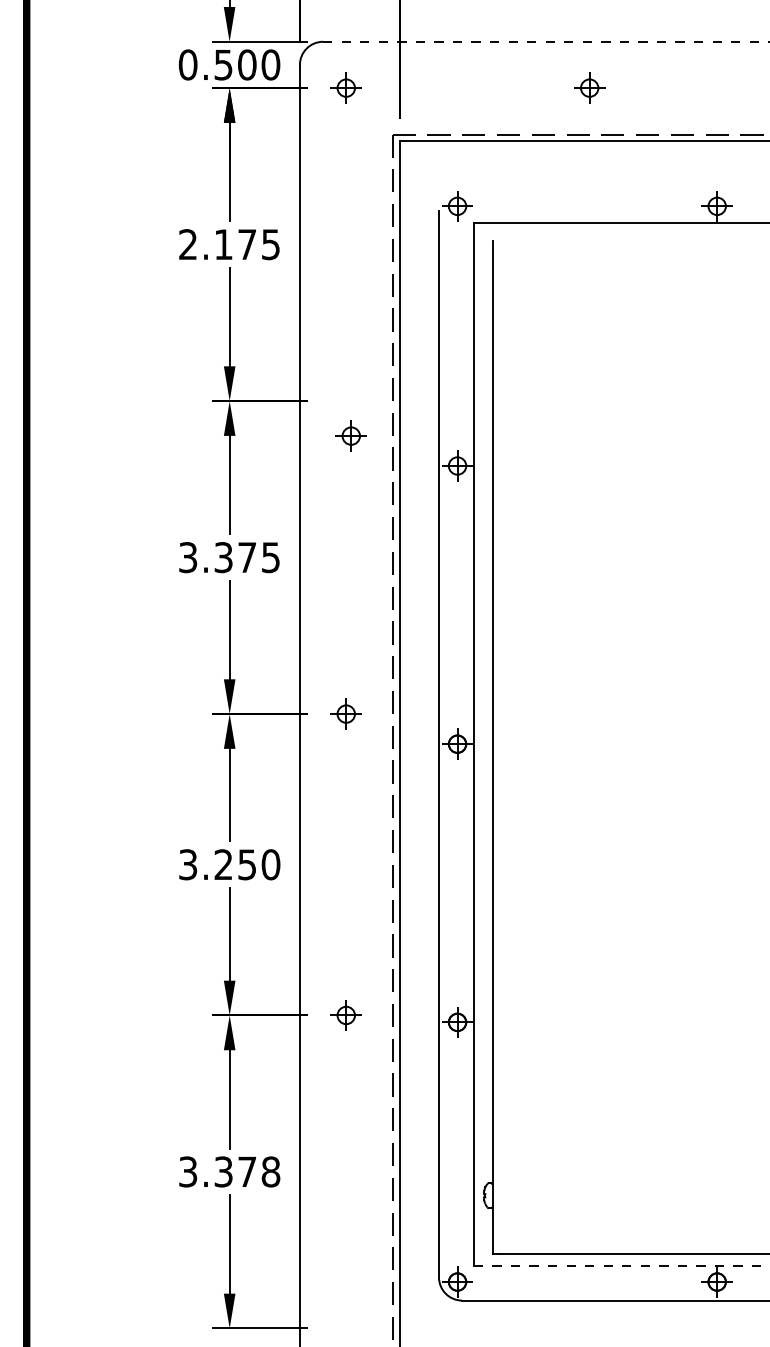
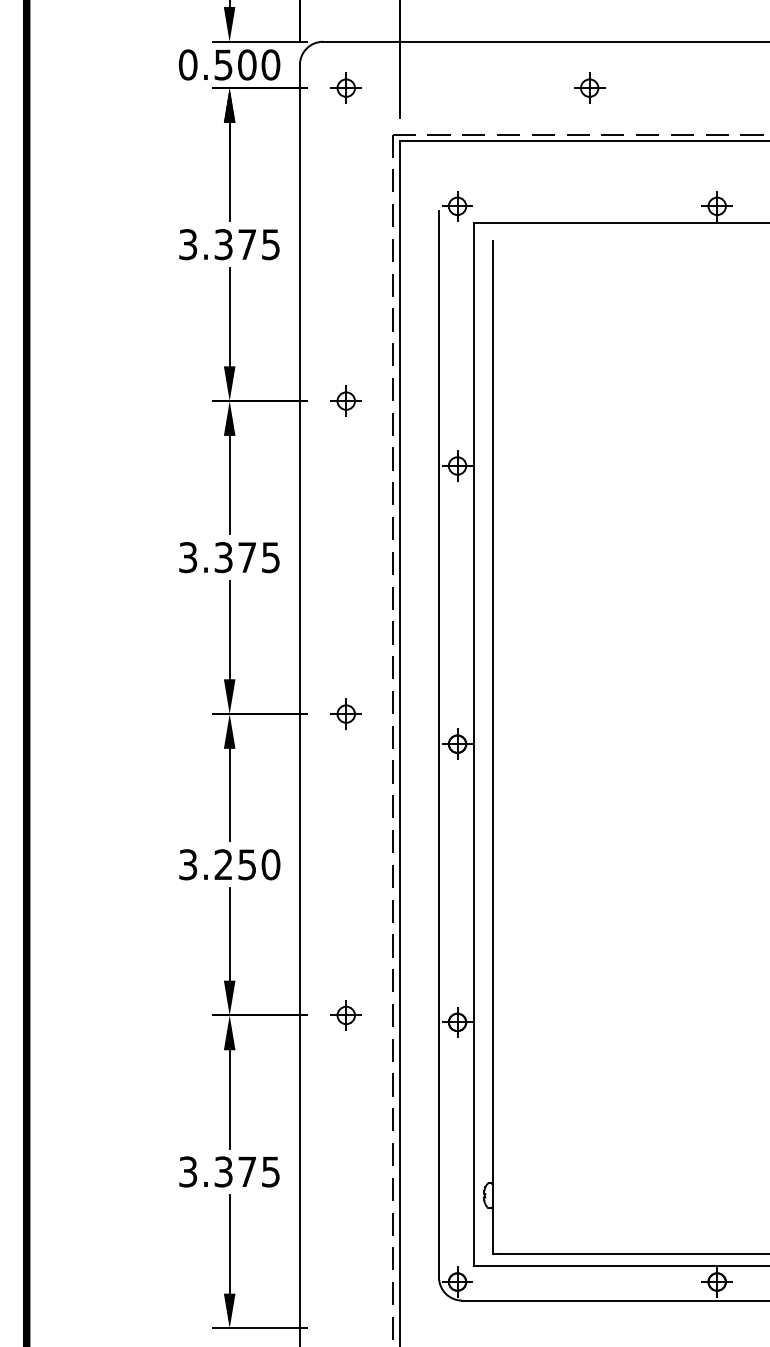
line at (546, 41): dashed -> solid
text at (205, 244): 2.175 -> 3.375
part at (350, 435) position: (350, 435) -> (345, 400)
text at (270, 1171): 3.378 -> 3.375
line at (621, 1265): dashed -> solid
